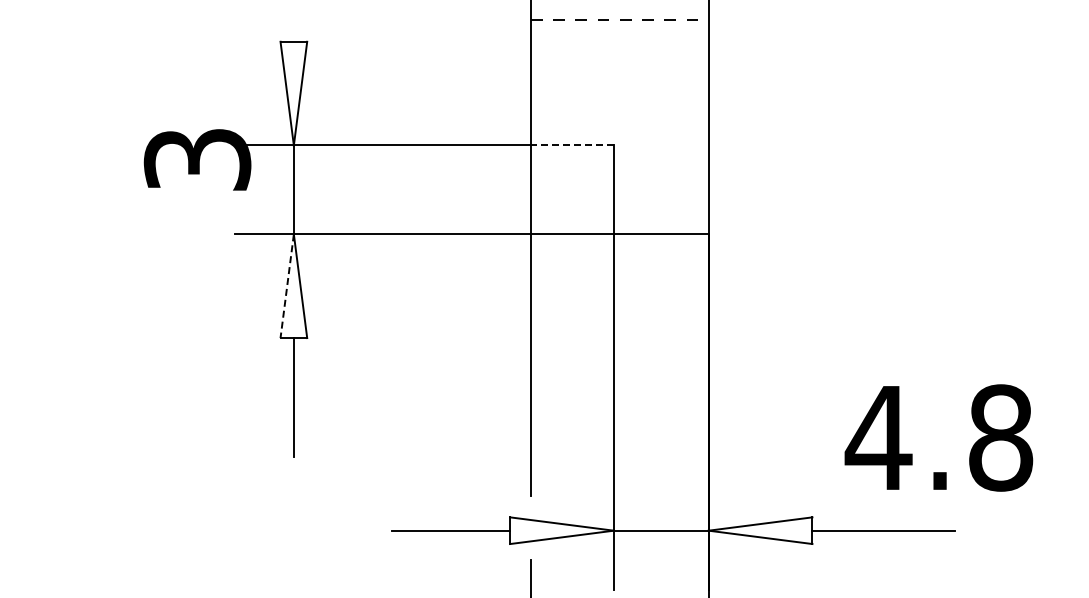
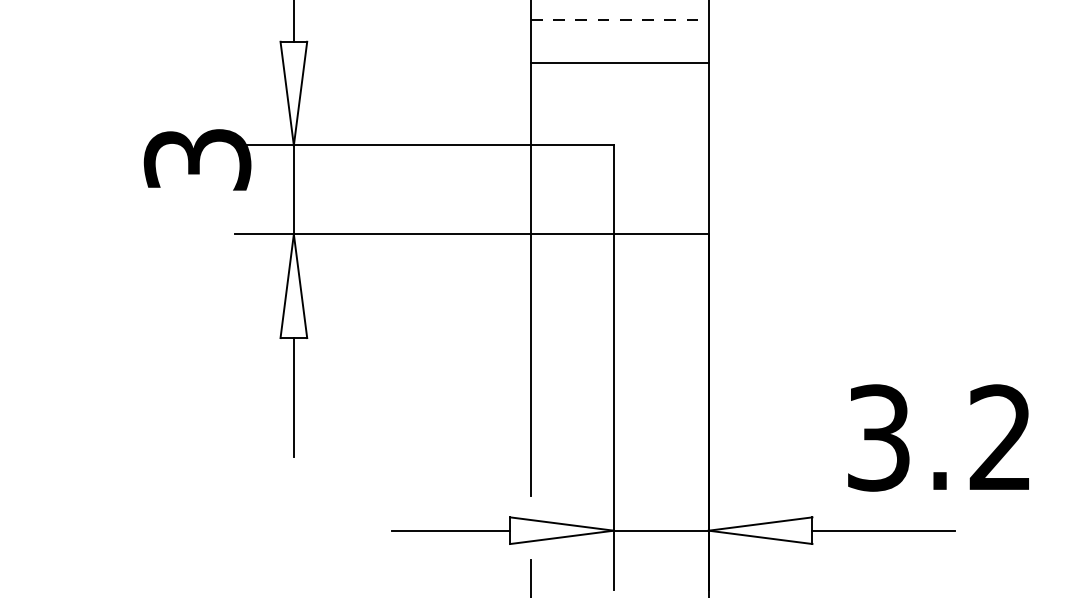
line at (293, 21): none -> present
line at (619, 62): none -> present
line at (571, 145): dashed -> solid
line at (287, 286): dashed -> solid
text at (938, 437): 4.8 -> 3.2
